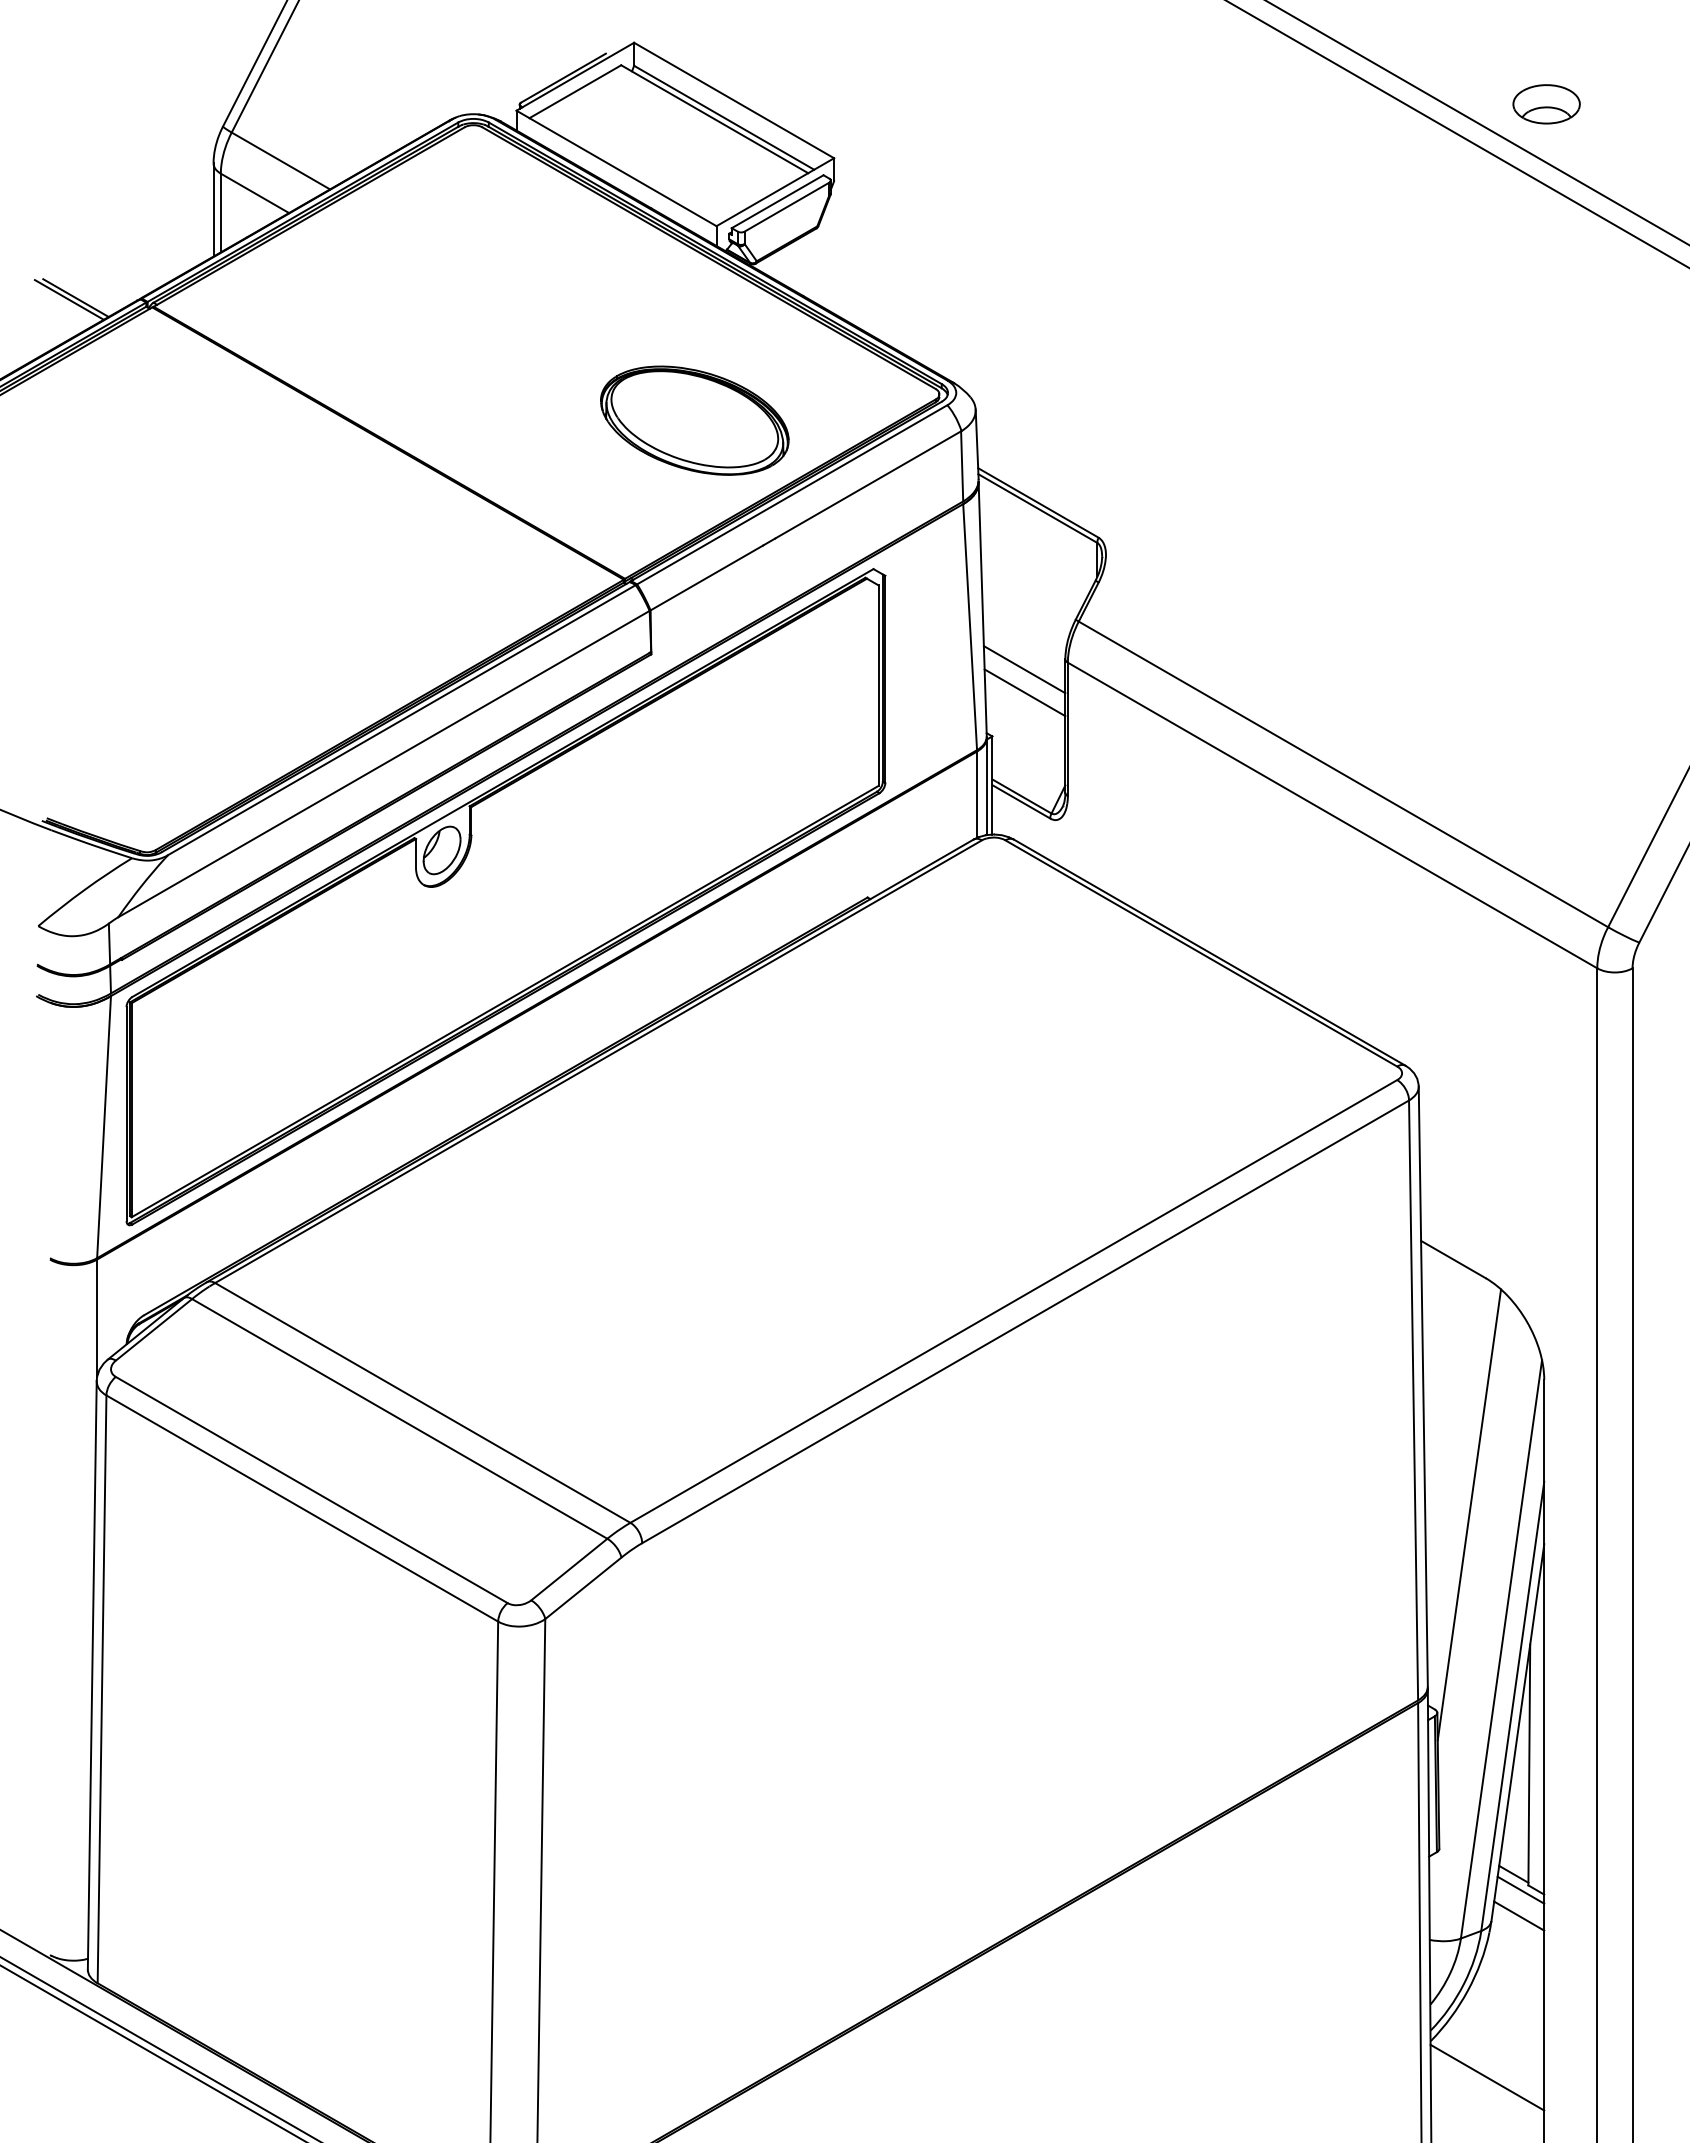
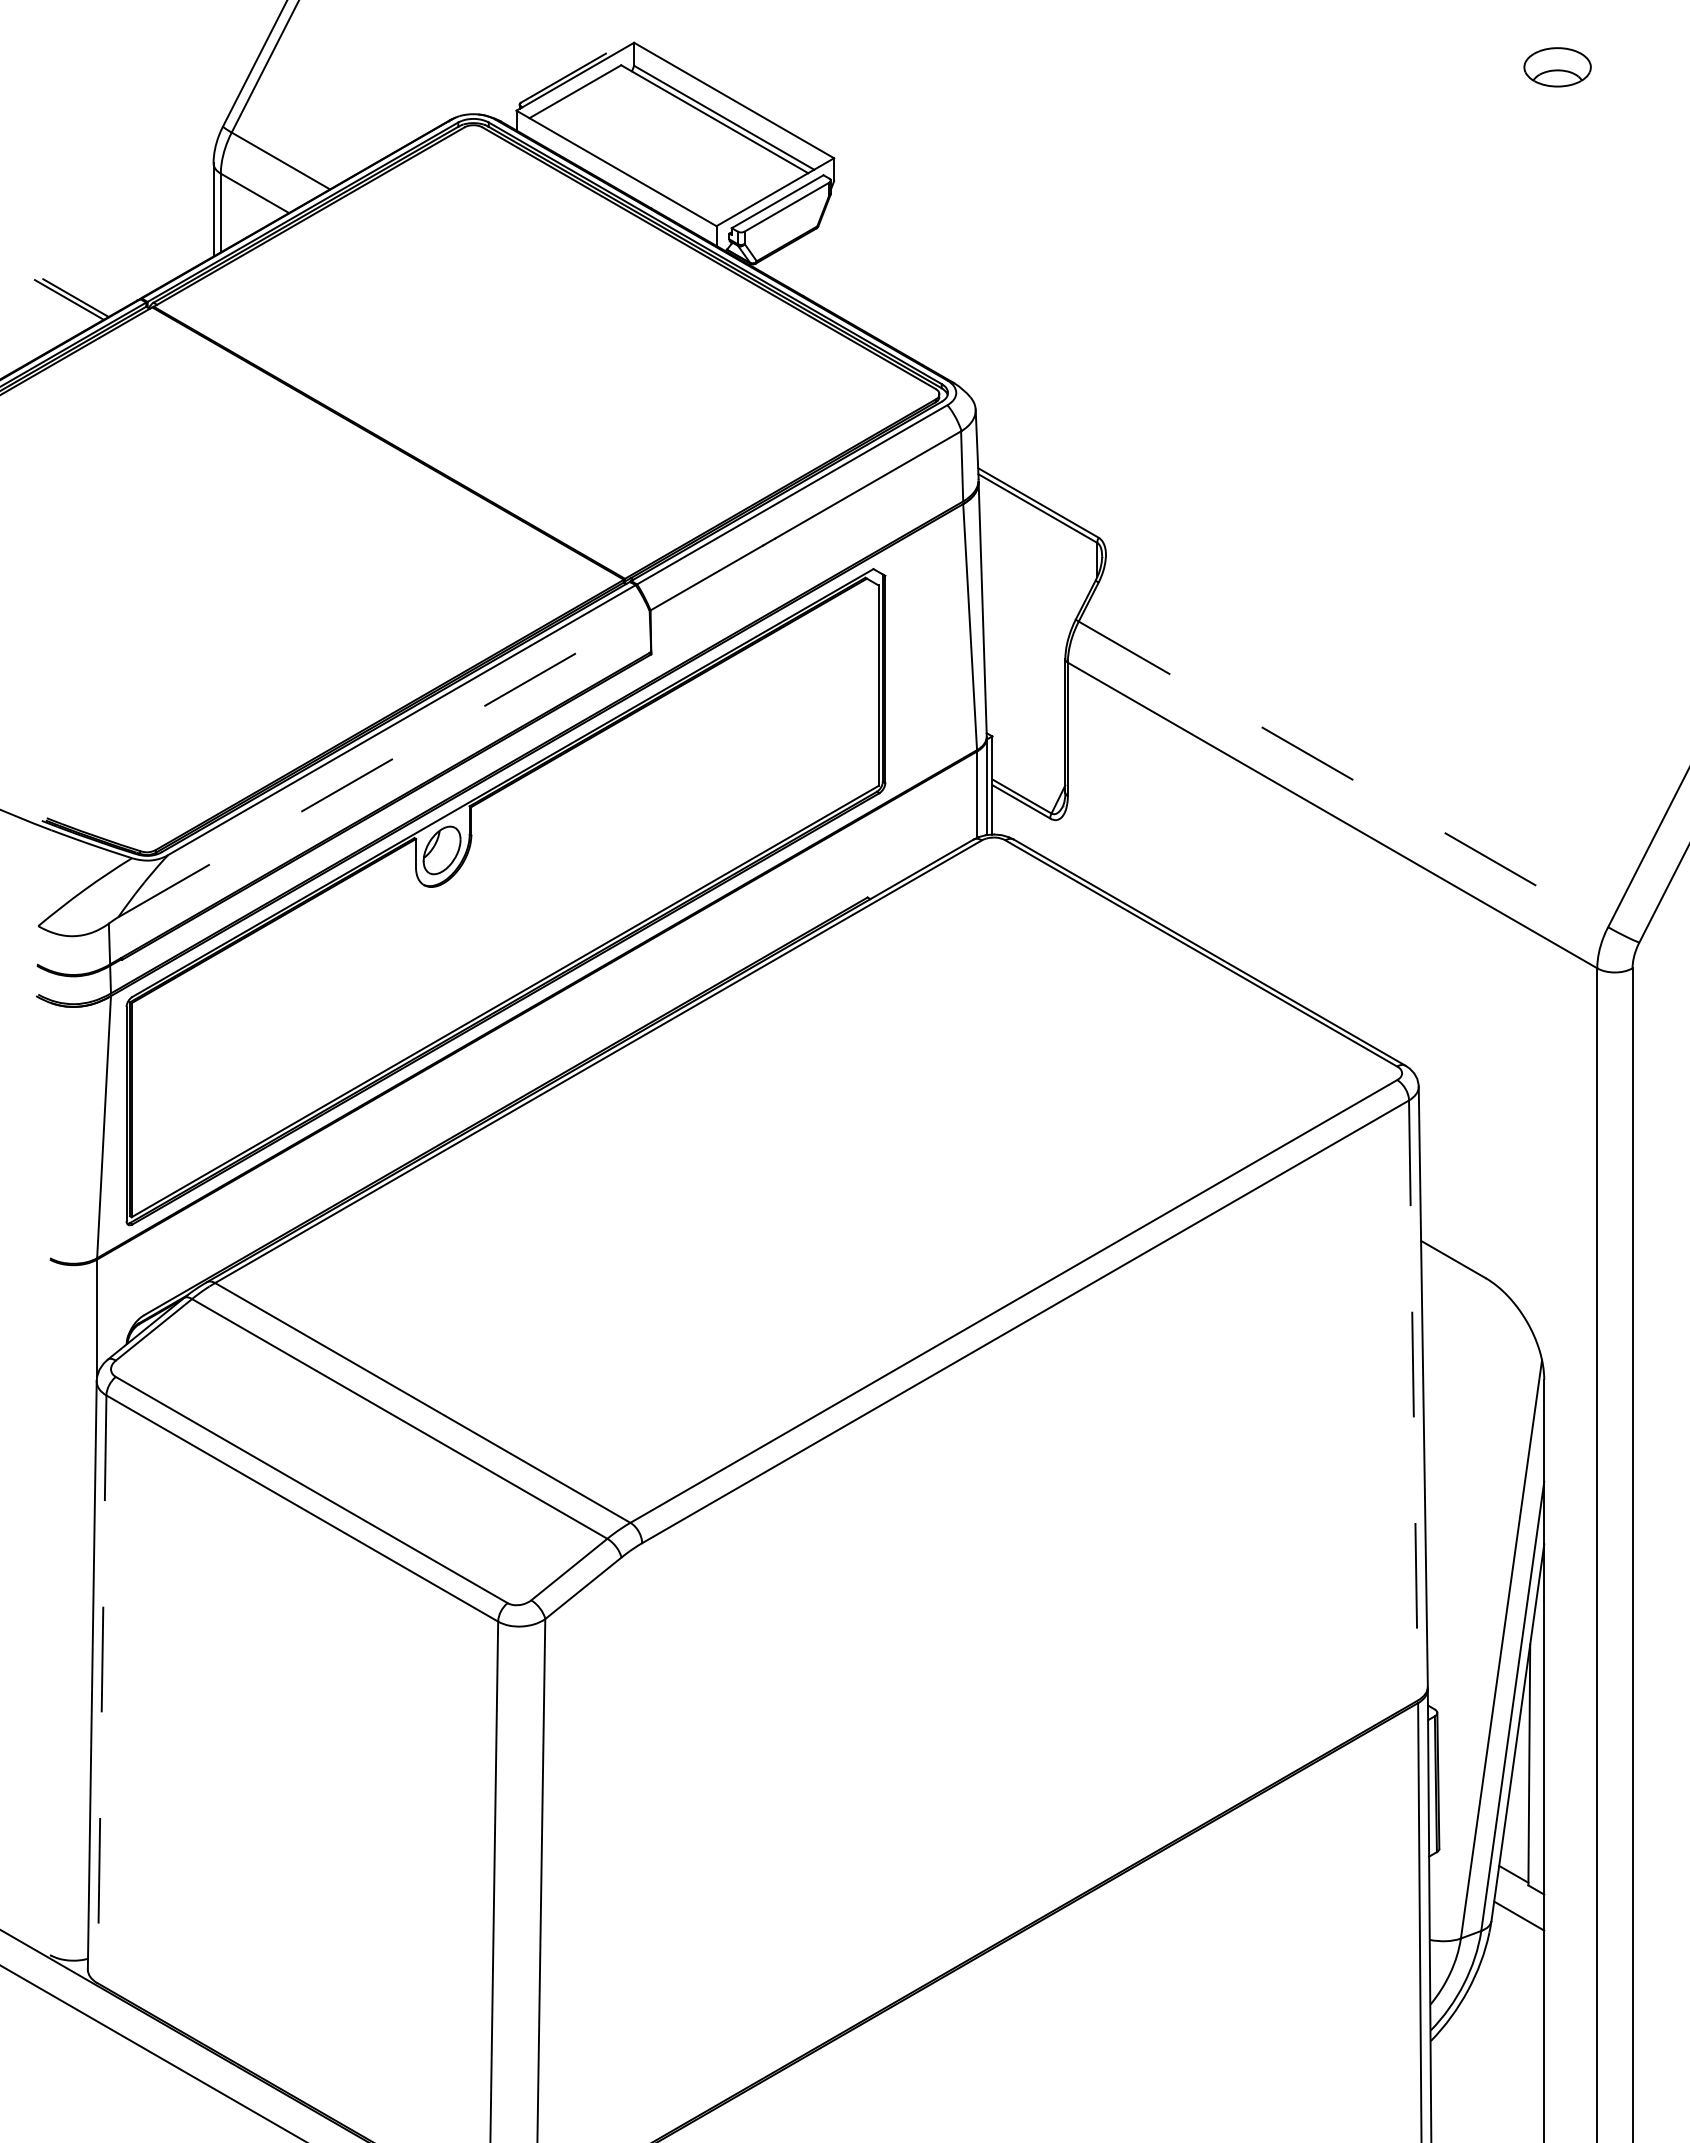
part at (1546, 104) position: (1546, 104) -> (1557, 67)
line at (1477, 122): present -> none
line at (1457, 134): present -> none
part at (694, 420): present -> none
line at (1024, 669): present -> none
line at (1024, 692): present -> none
line at (383, 764): solid -> dashed
line at (1343, 774): solid -> dashed
line at (1413, 1400): solid -> dashed
line at (1469, 1514): present -> none
line at (102, 1689): solid -> dashed
line at (1520, 1889): present -> none
line at (159, 2048): present -> none
line at (1487, 2077): present -> none
